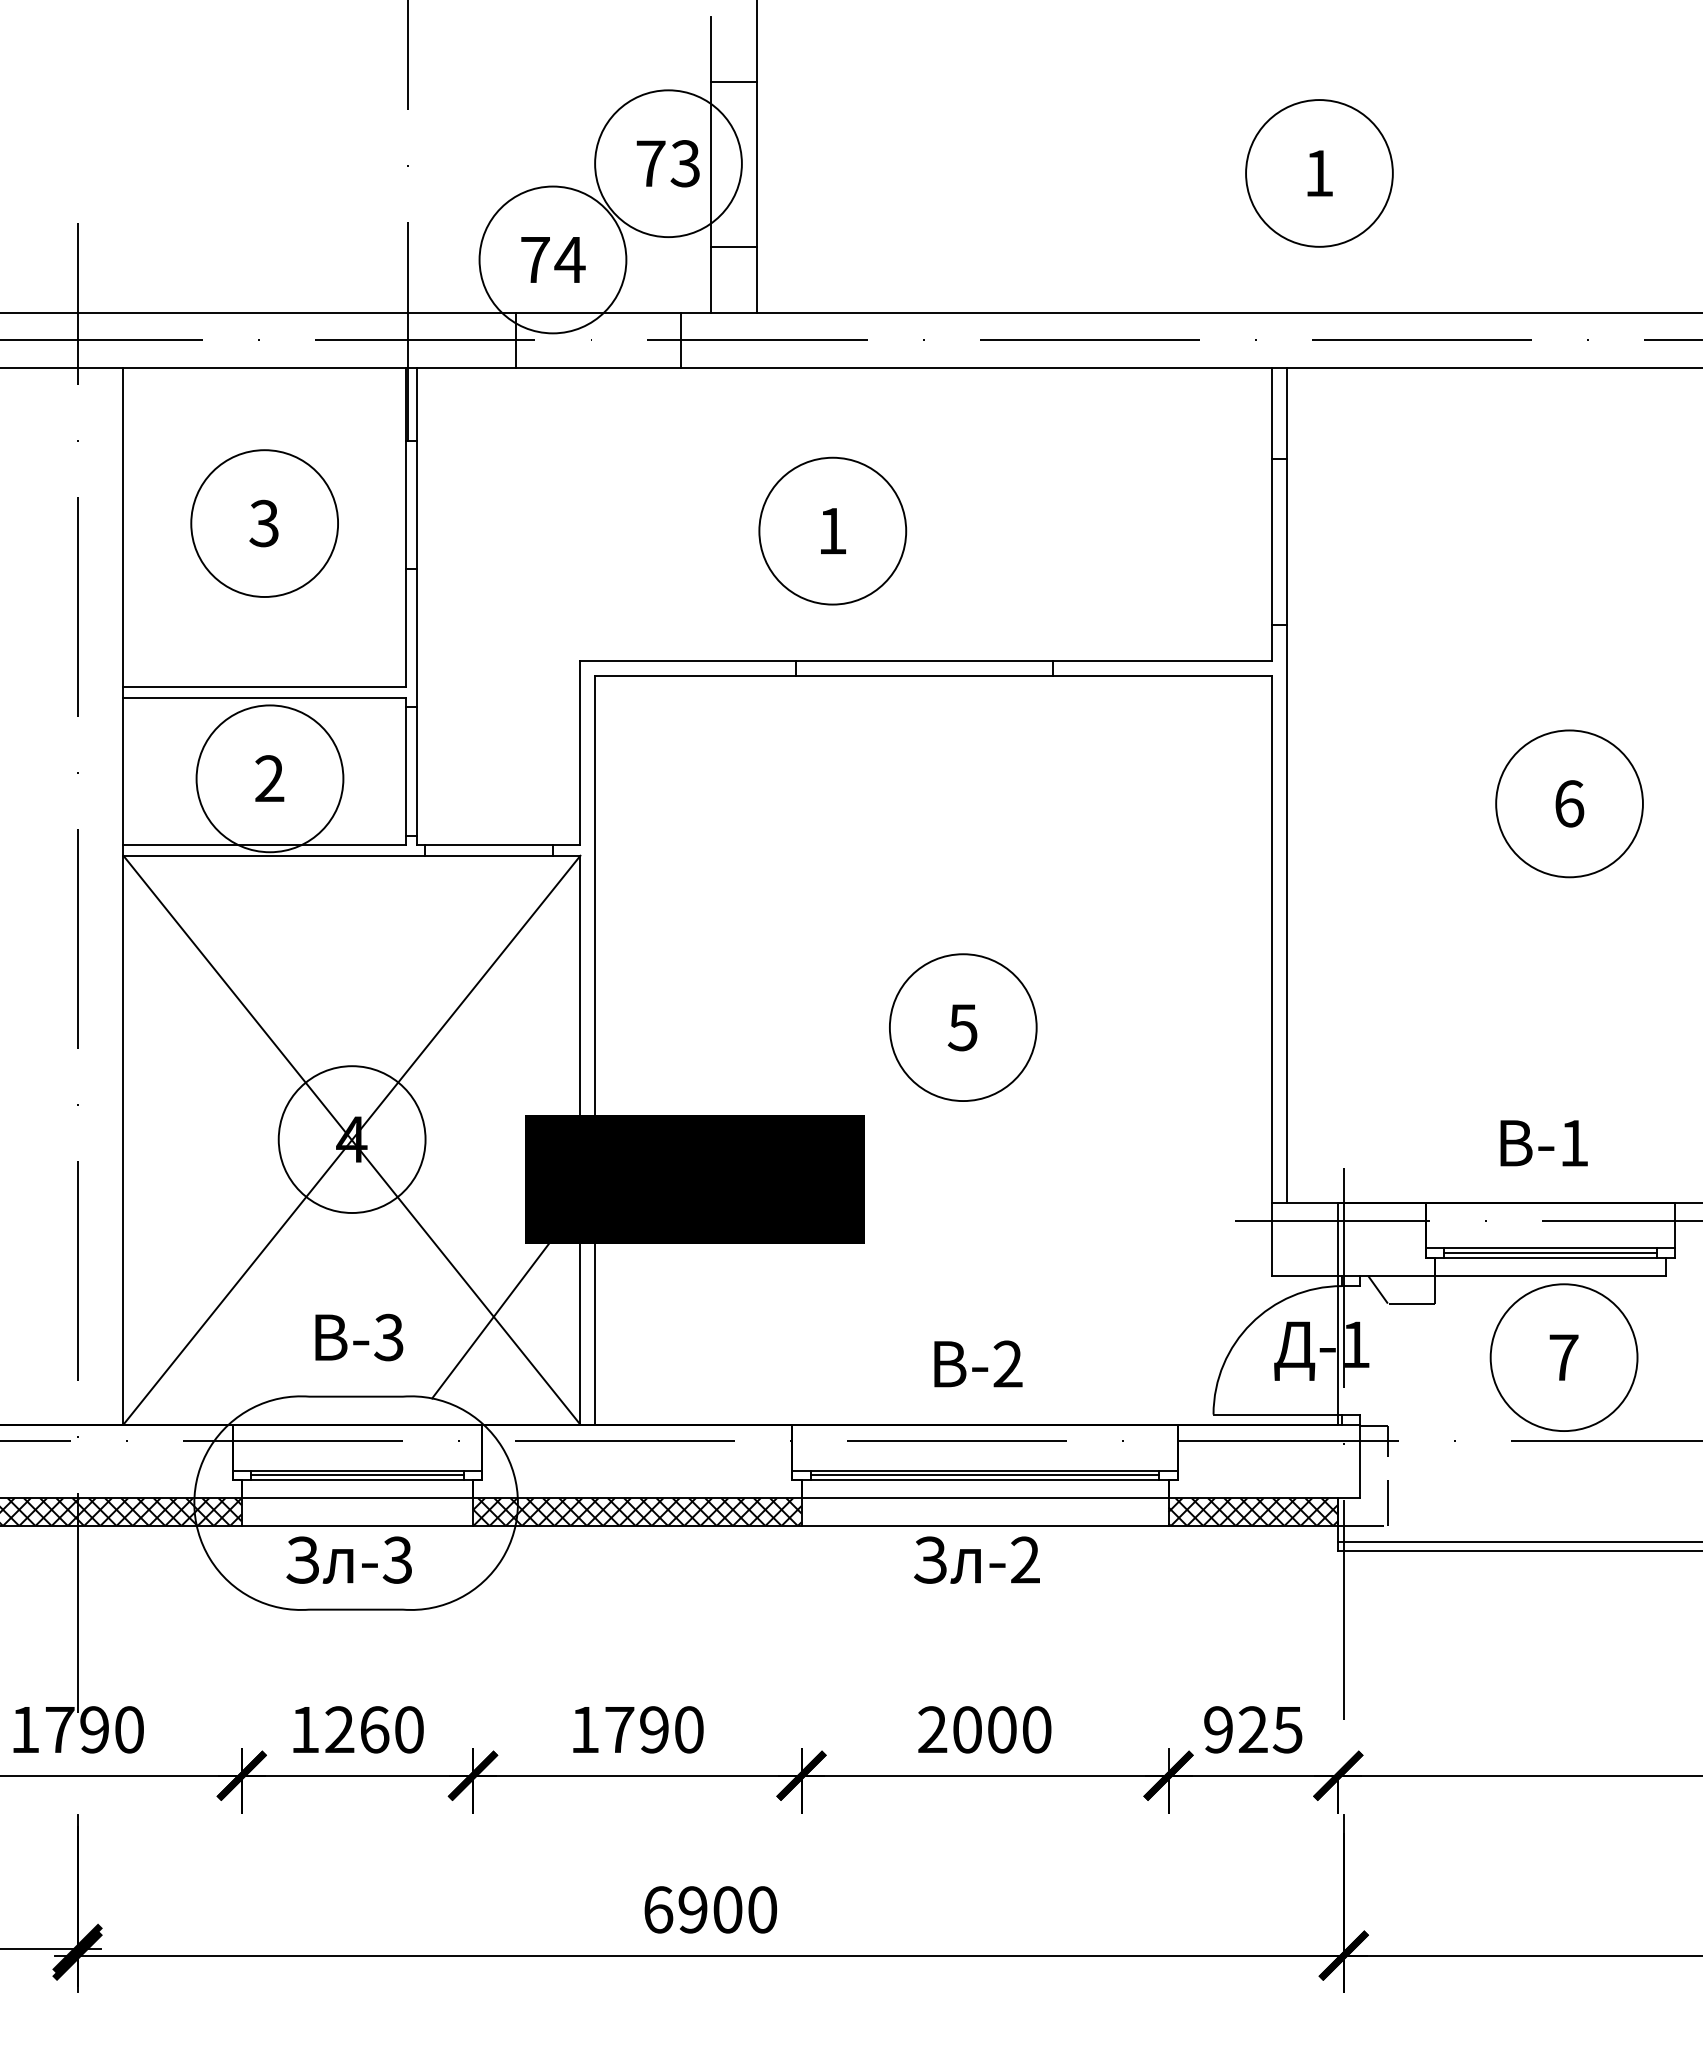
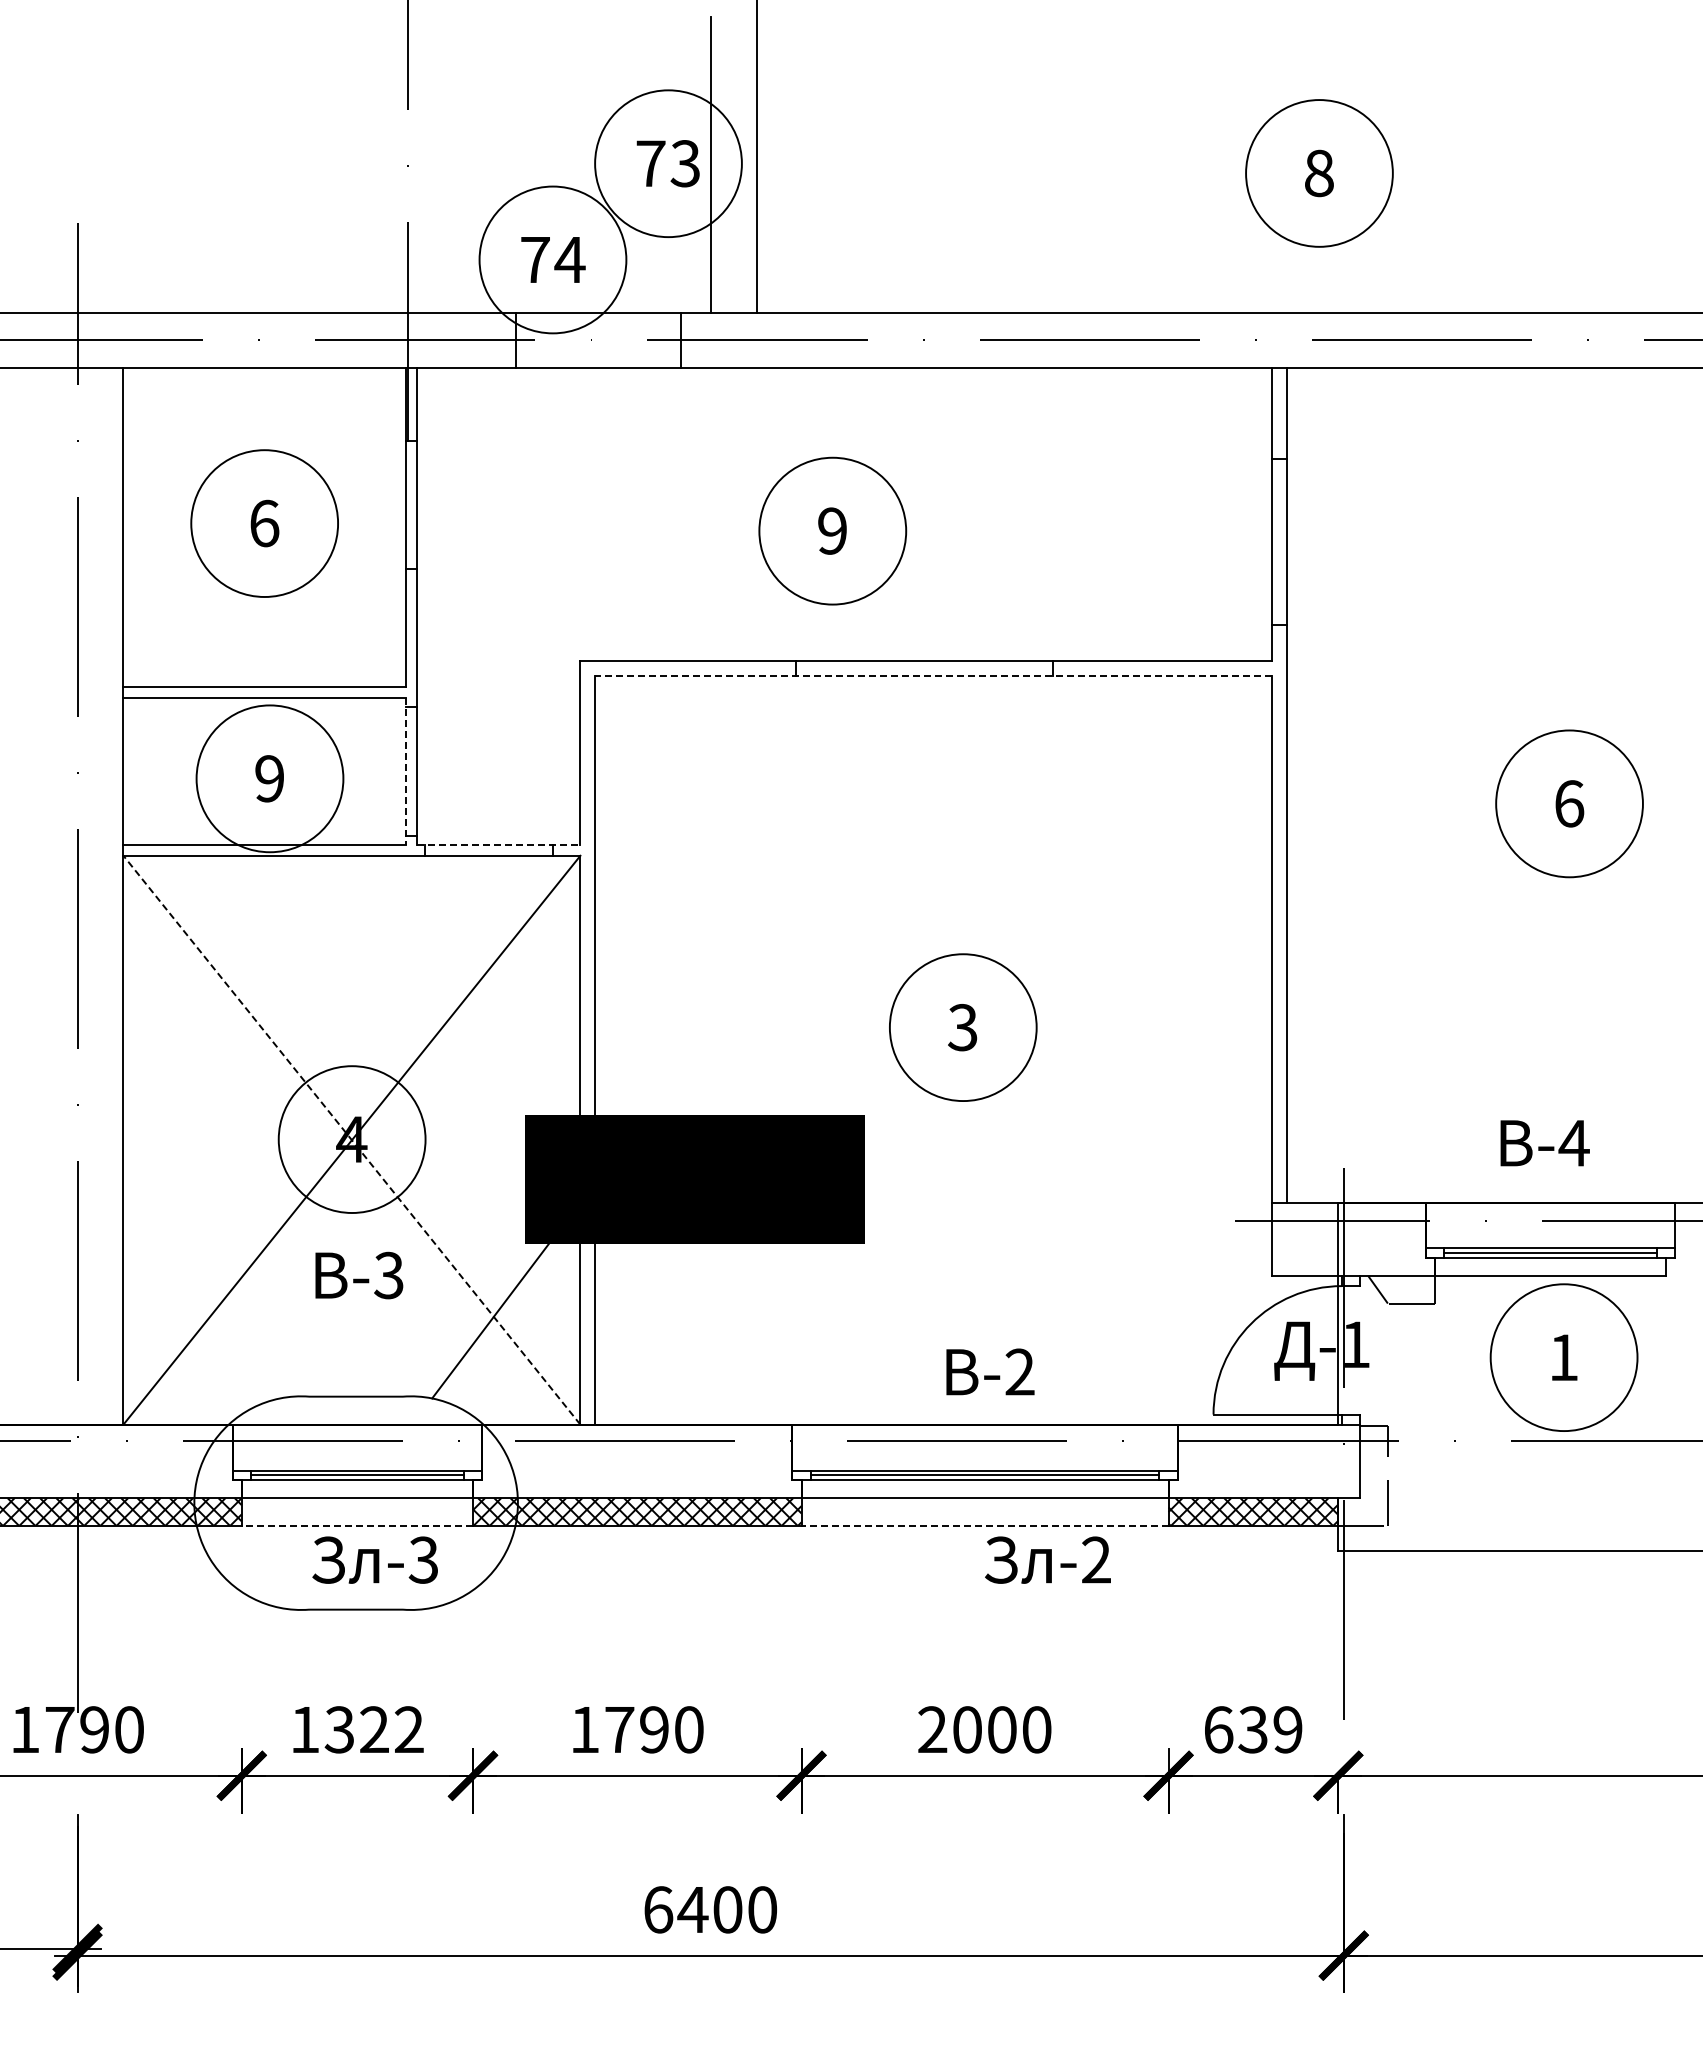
line at (733, 82): present -> none
text at (1319, 173): 1 -> 8
line at (733, 247): present -> none
text at (264, 523): 3 -> 6
text at (832, 530): 1 -> 9
line at (933, 675): solid -> dashed
line at (406, 771): solid -> dashed
text at (269, 778): 2 -> 9
line at (498, 844): solid -> dashed
text at (962, 1027): 5 -> 3
line at (351, 1140): solid -> dashed
text at (1573, 1143): -1 -> -4
text at (359, 1337) position: (359, 1337) -> (359, 1275)
text at (1563, 1357): 7 -> 1
text at (978, 1363) position: (978, 1363) -> (990, 1371)
line at (357, 1525): solid -> dashed
line at (985, 1525): solid -> dashed
line at (1518, 1542): present -> none
text at (348, 1559) position: (348, 1559) -> (374, 1559)
text at (976, 1559) position: (976, 1559) -> (1047, 1559)
text at (373, 1729): 1260 -> 1322
text at (1253, 1729): 925 -> 639
text at (692, 1909): 6900 -> 6400
